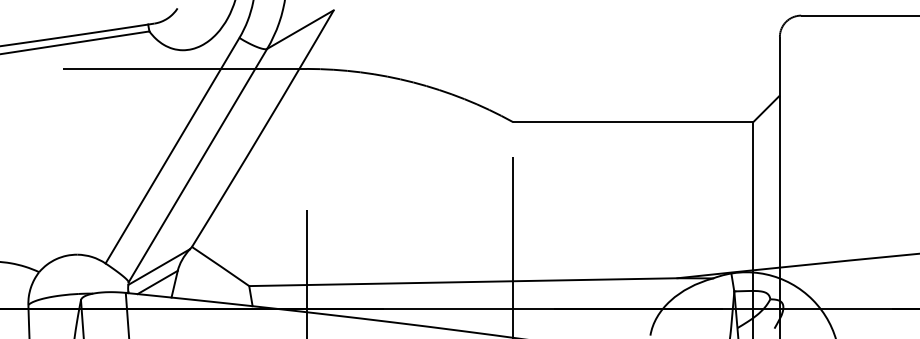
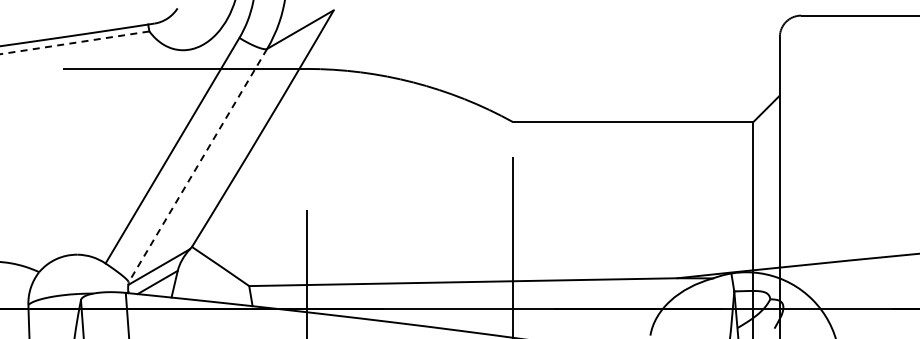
line at (74, 42): solid -> dashed
line at (197, 165): solid -> dashed
